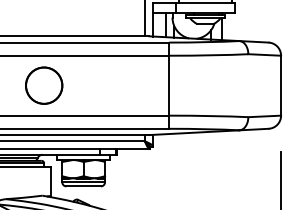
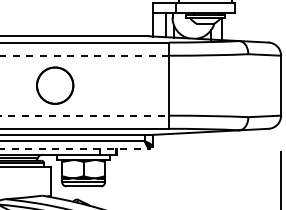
line at (144, 19): present -> none
line at (84, 55): solid -> dashed
circle at (44, 85) position: (44, 85) -> (55, 85)
line at (85, 115): solid -> dashed
line at (75, 149): solid -> dashed
